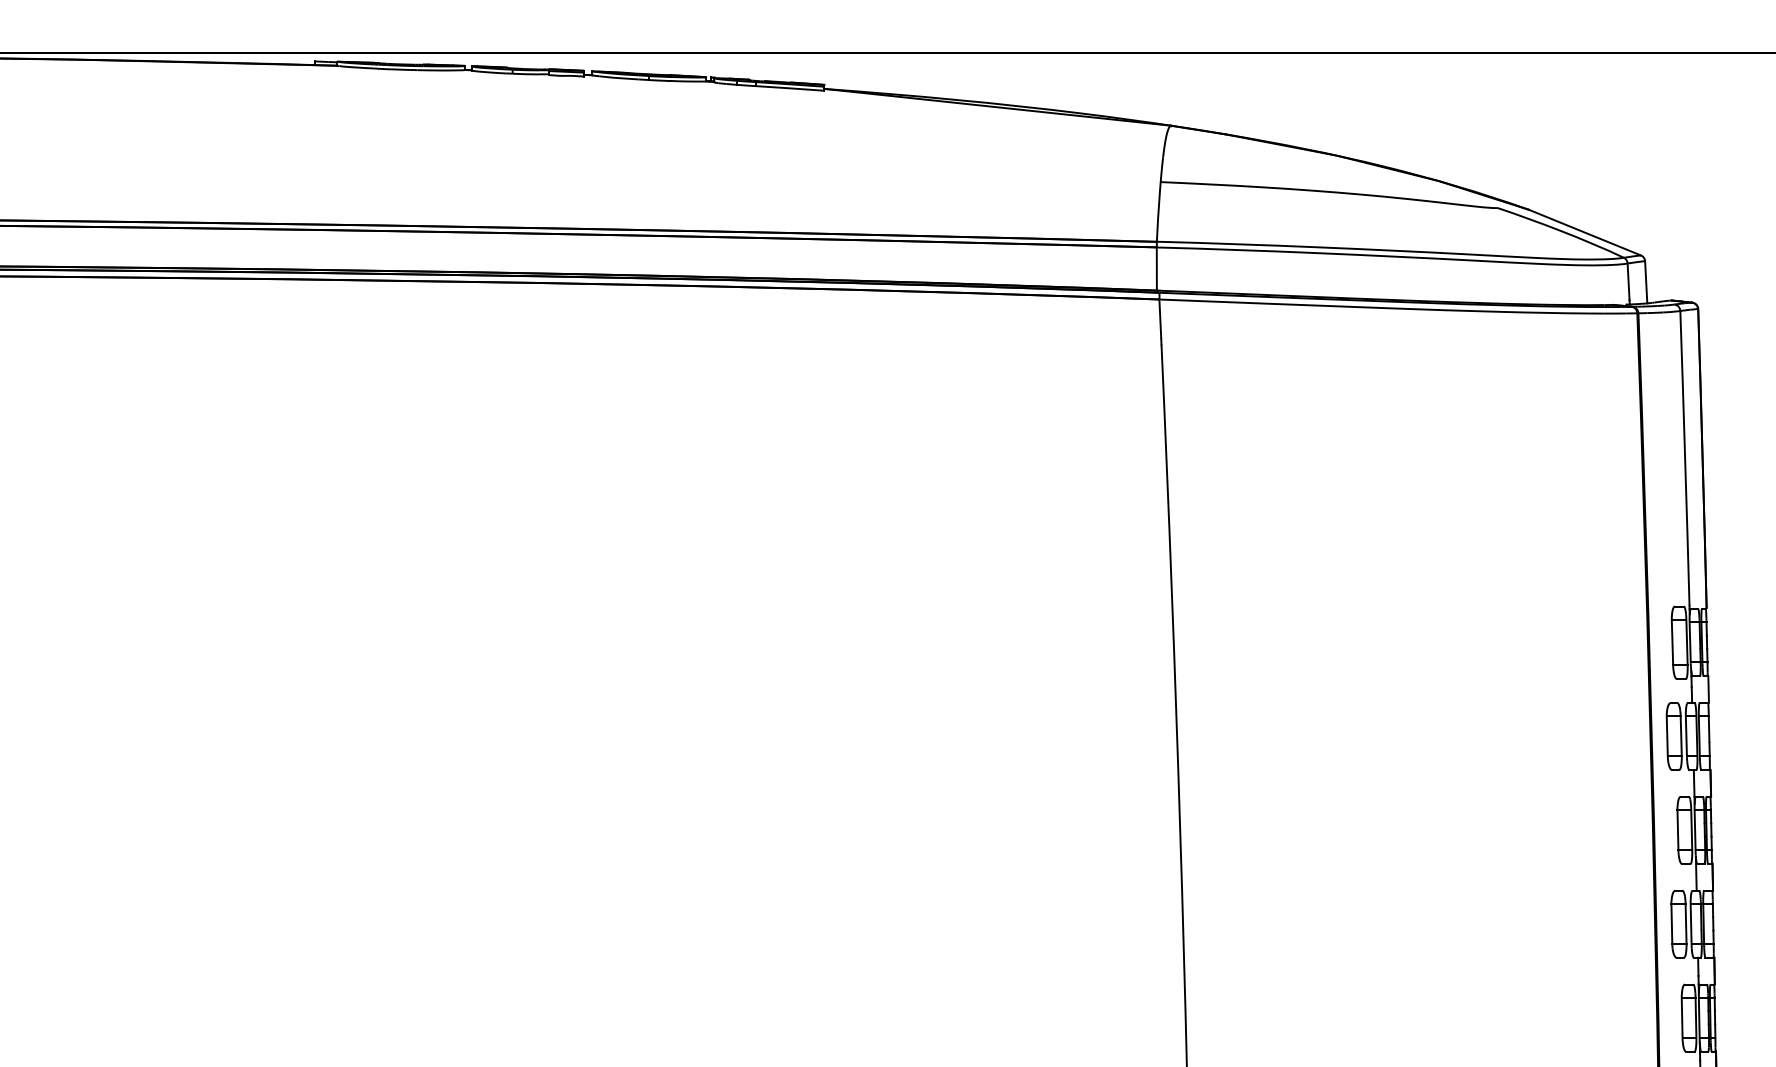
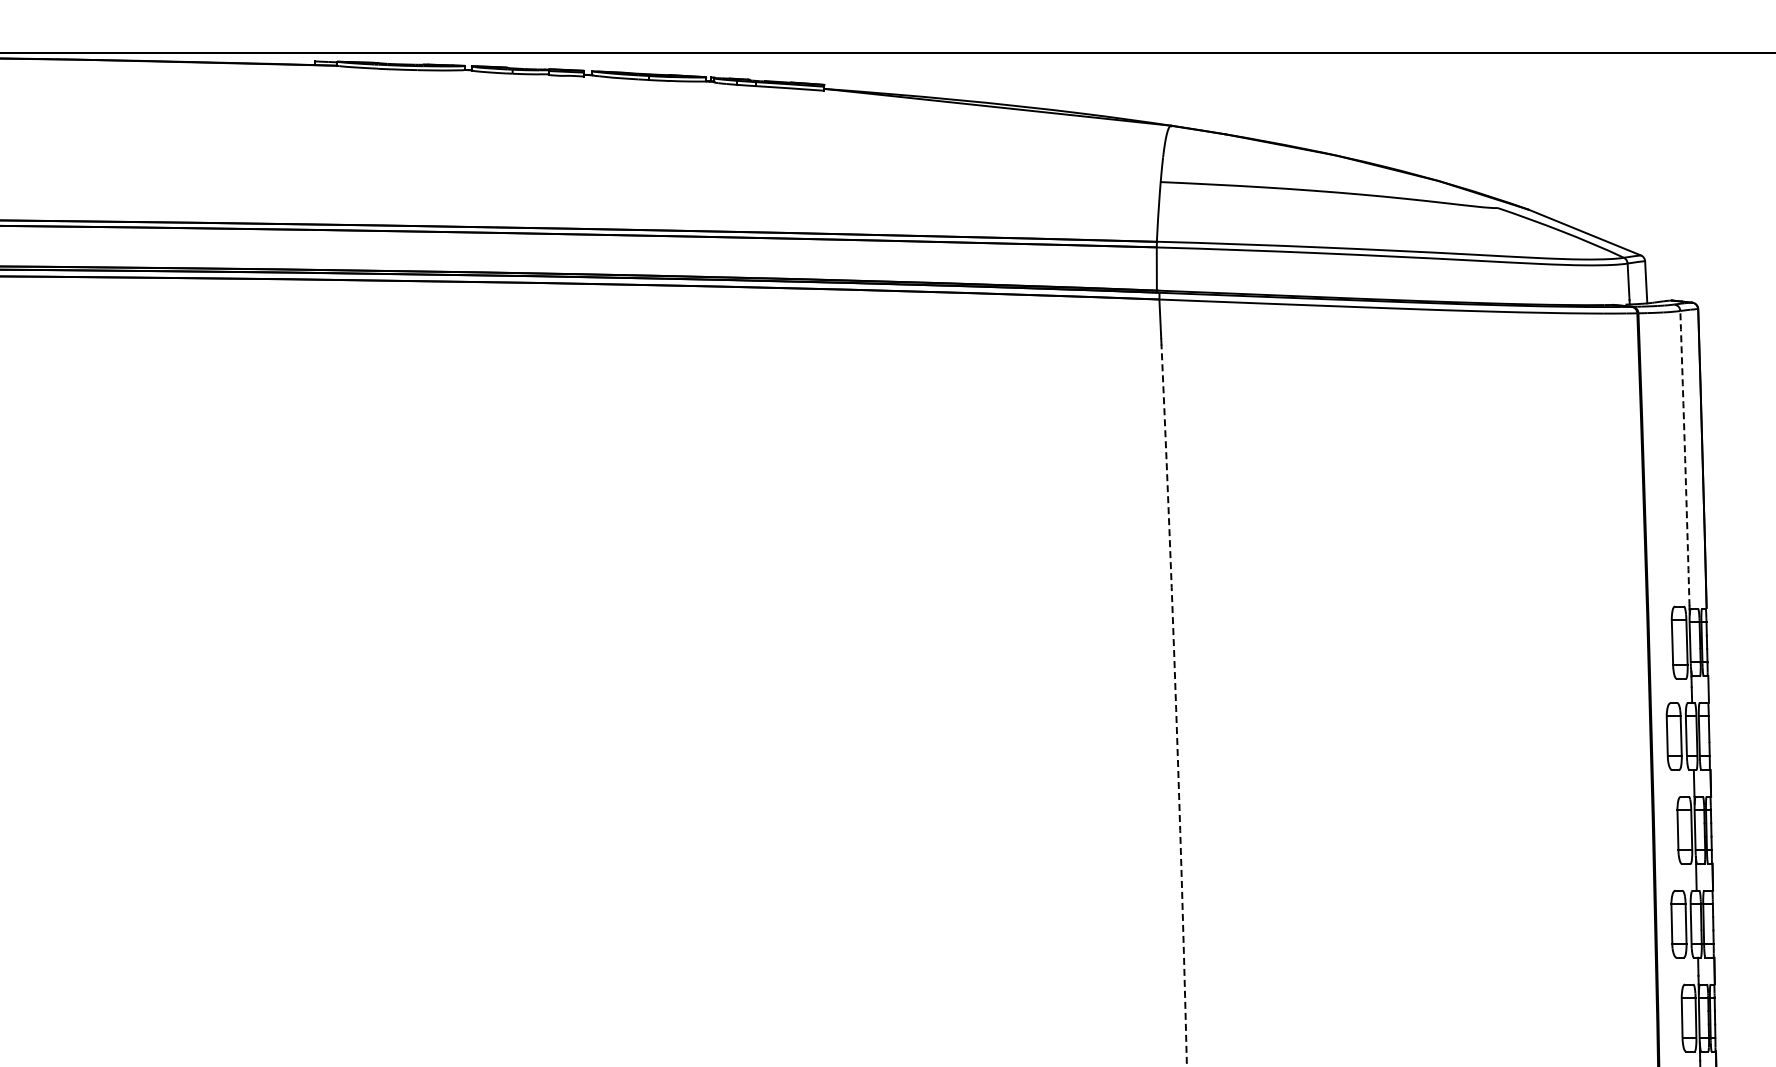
arc at (1685, 458): solid -> dashed
arc at (1175, 705): solid -> dashed
